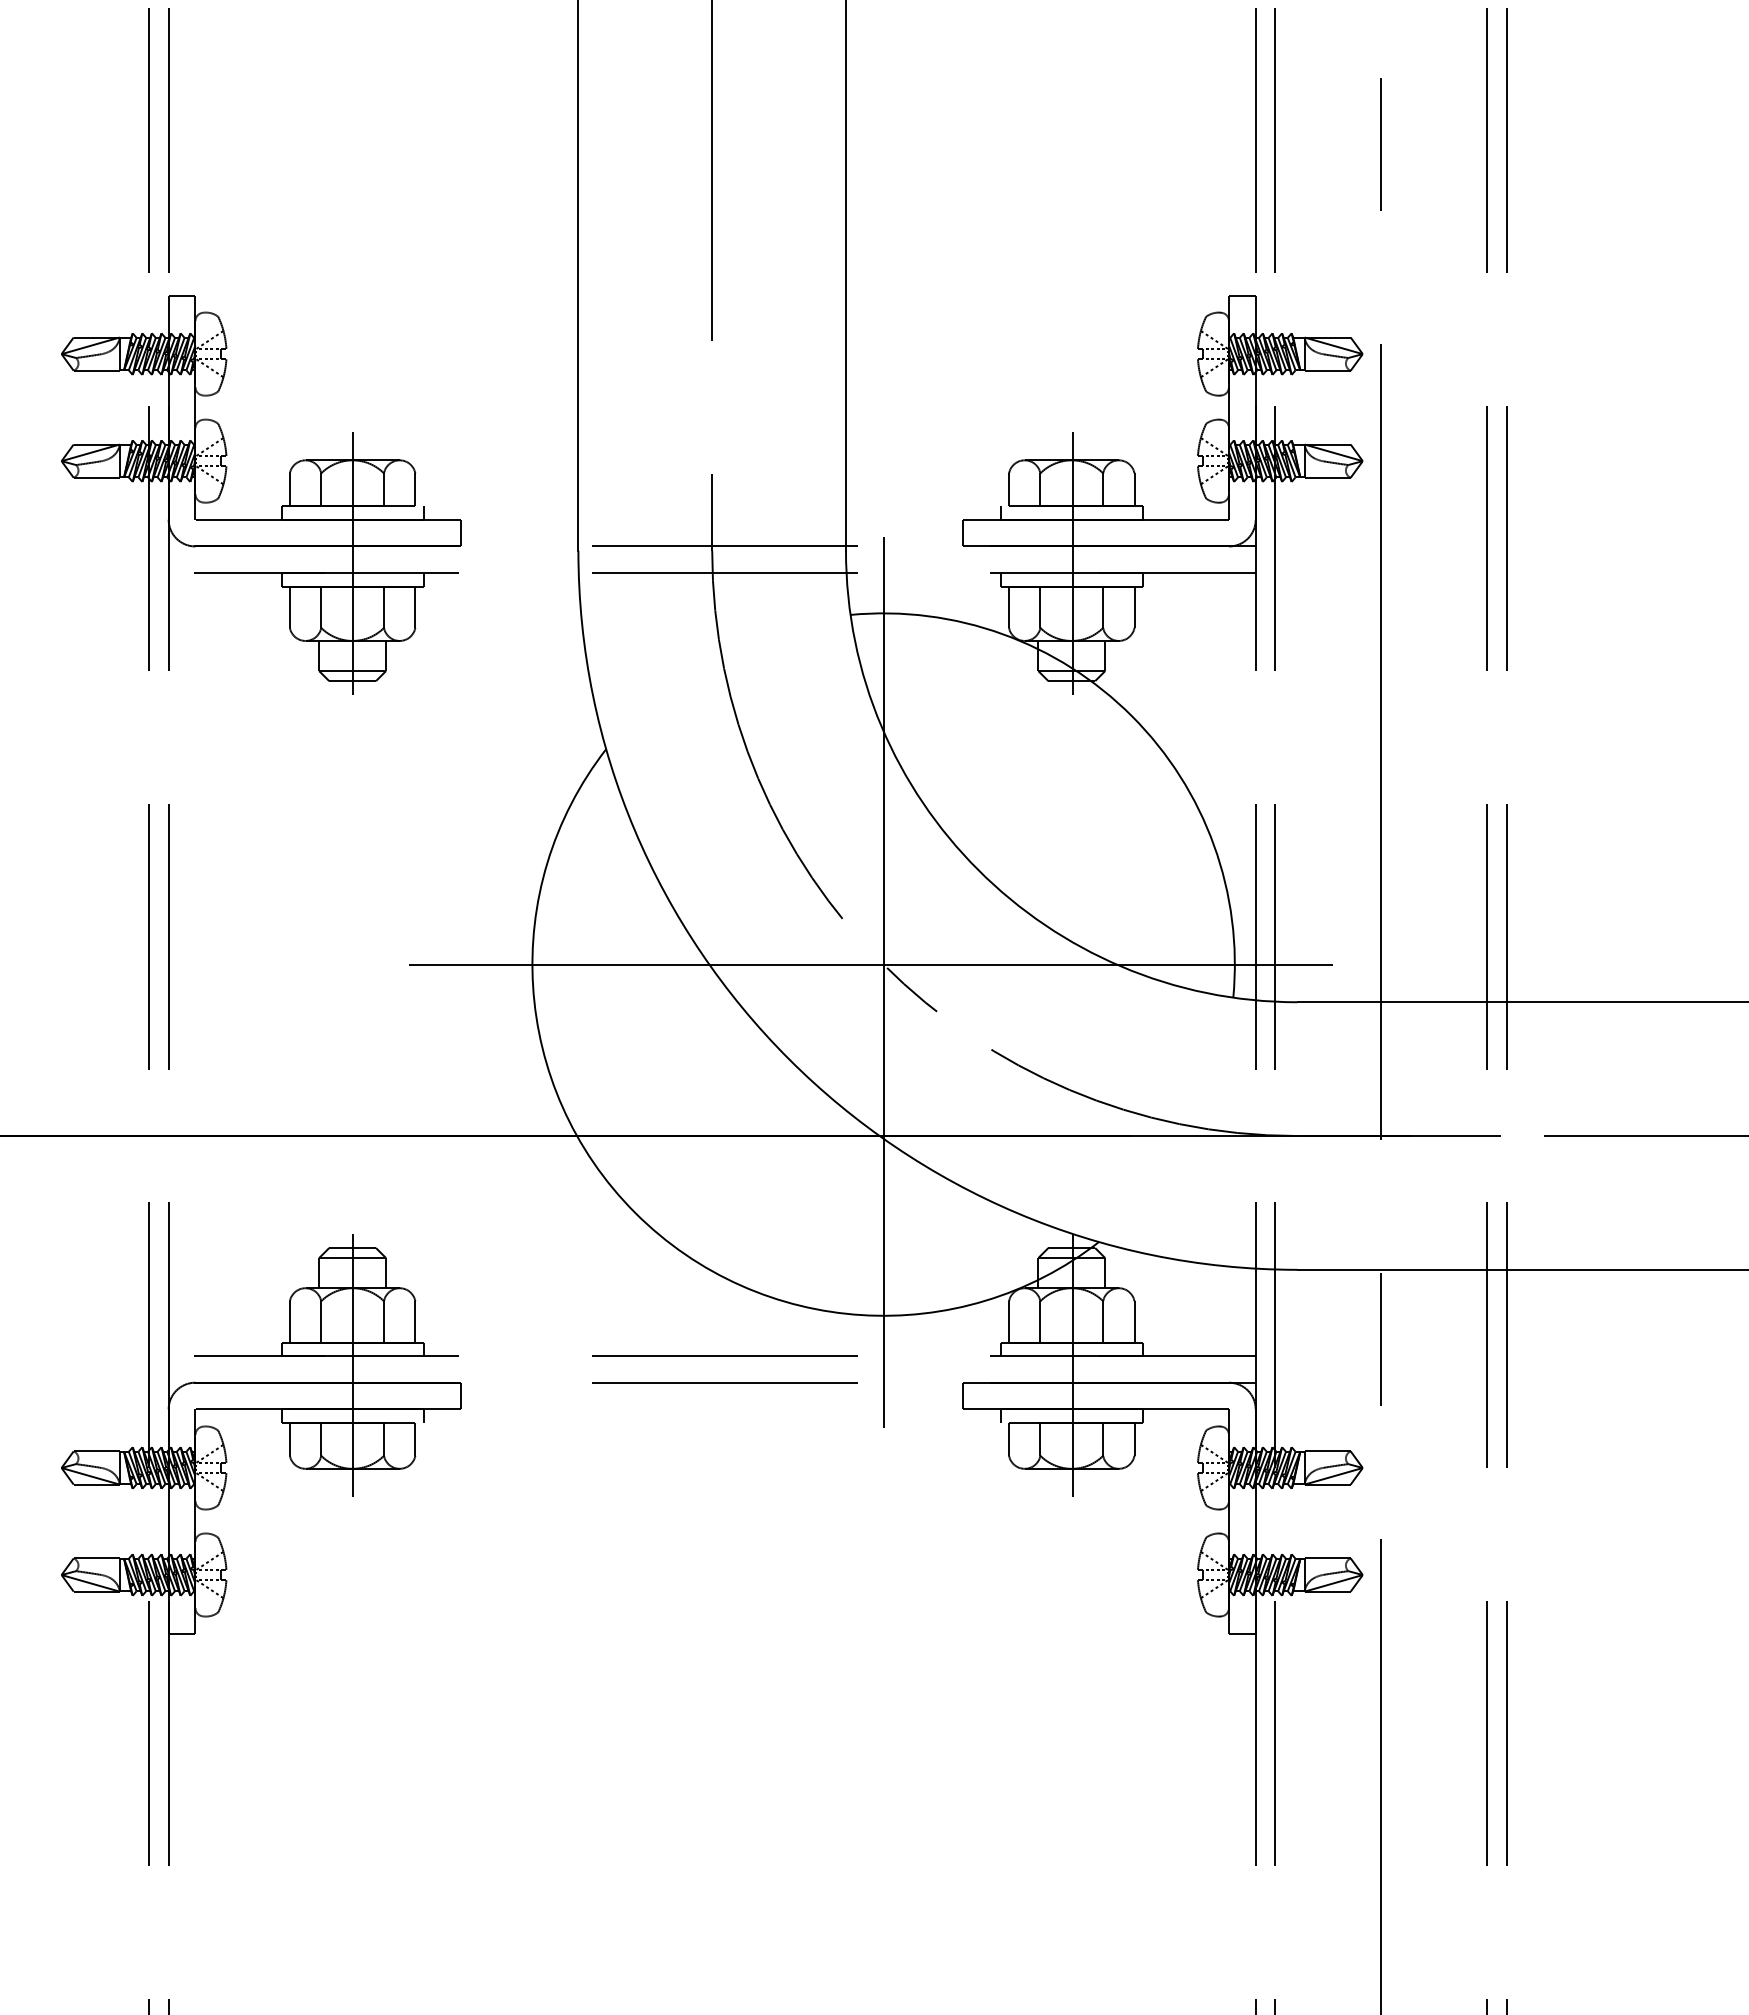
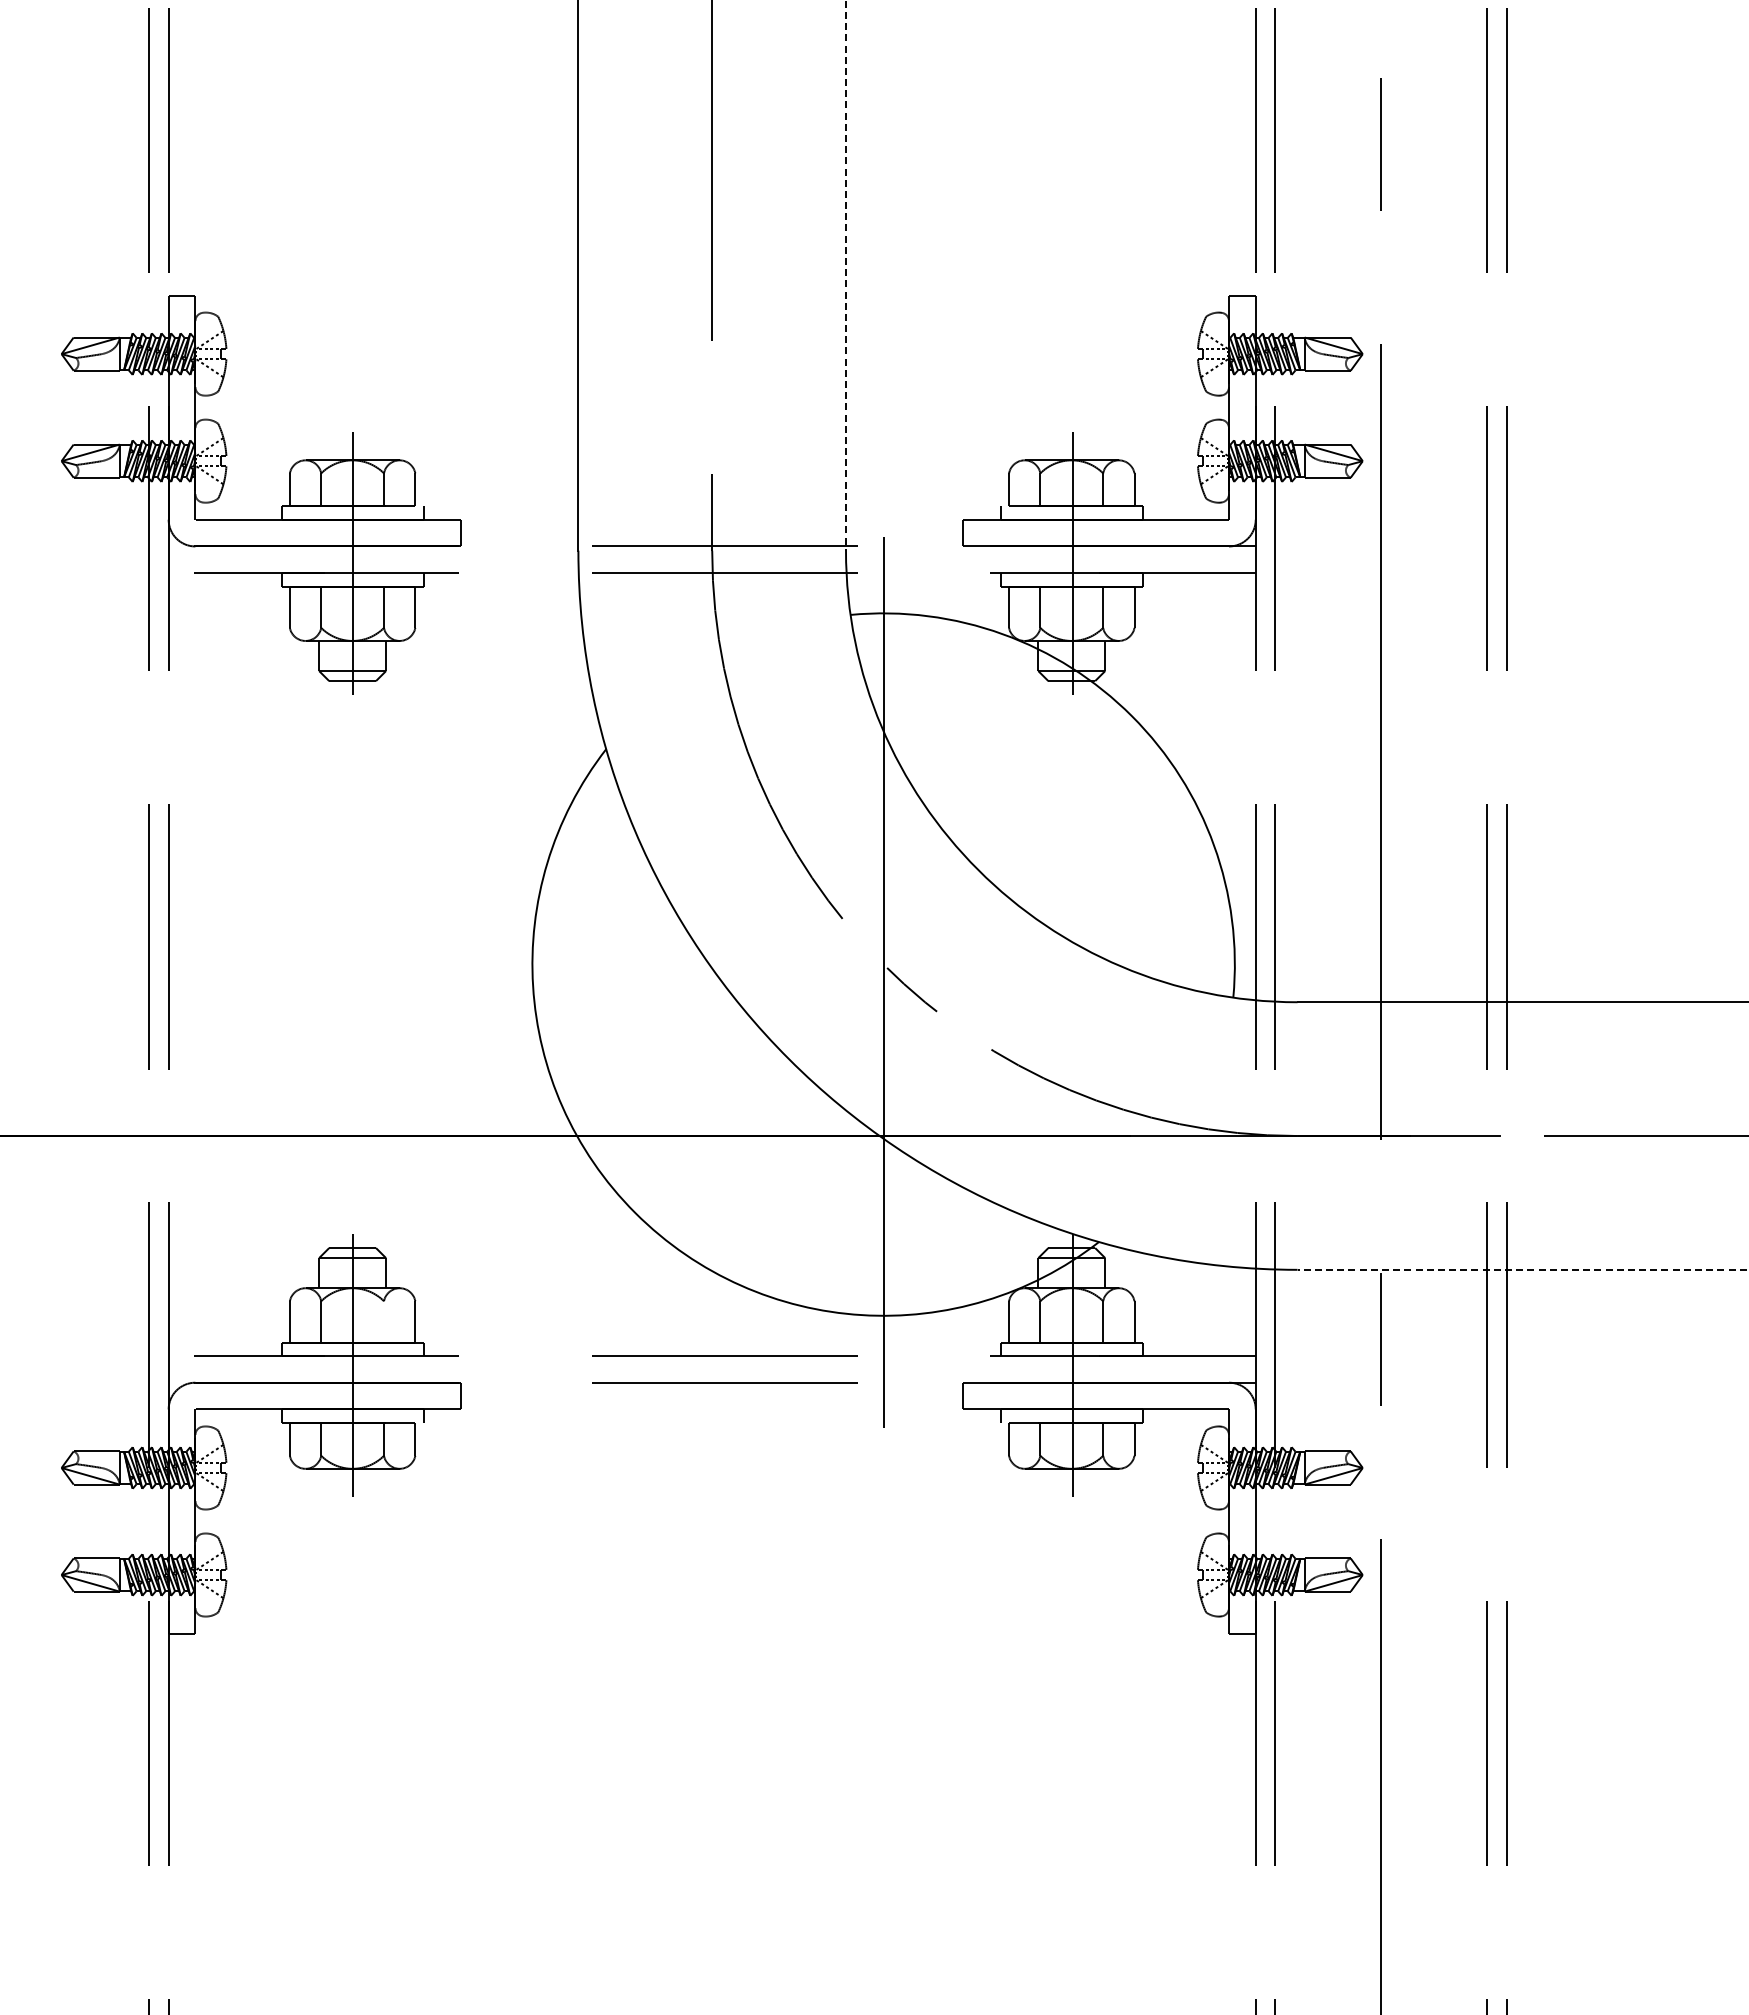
line at (846, 275): solid -> dashed
line at (871, 964): present -> none
line at (1522, 1269): solid -> dashed
line at (384, 1321): present -> none
